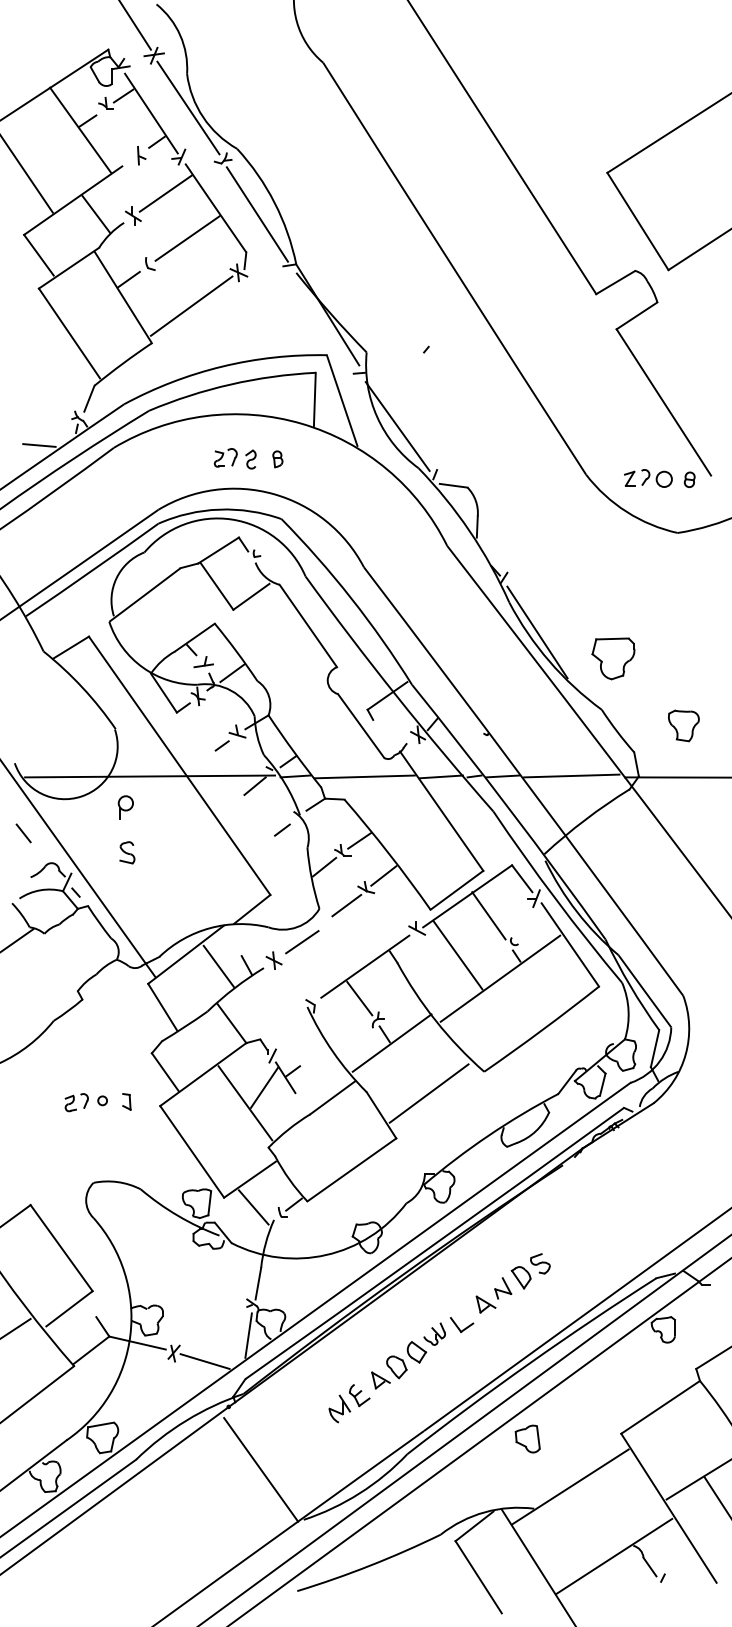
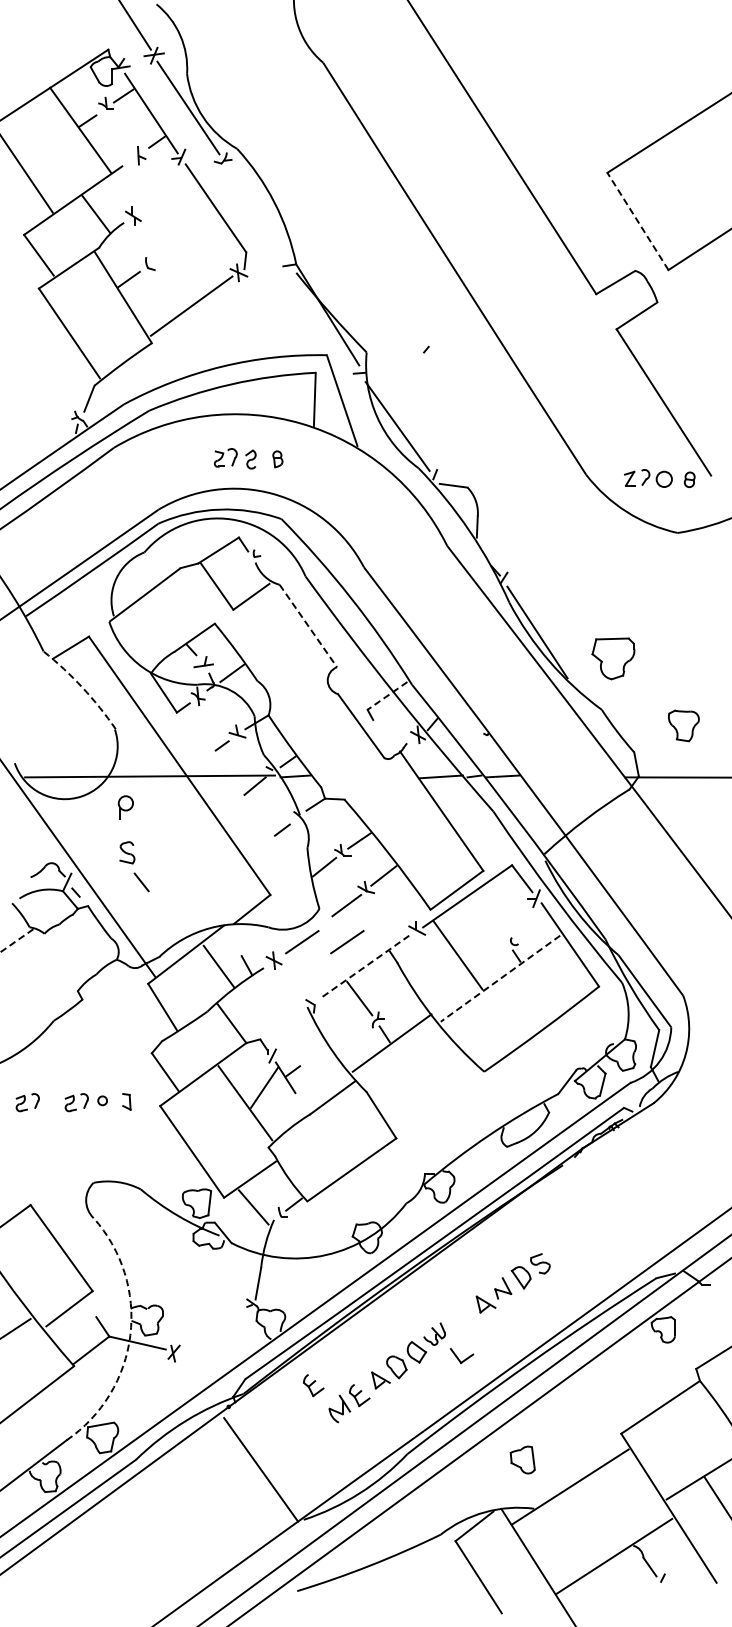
line at (165, 193): present -> none
line at (257, 214): present -> none
line at (637, 221): solid -> dashed
line at (187, 238): present -> none
line at (39, 445): present -> none
line at (308, 626): solid -> dashed
arc at (82, 687): solid -> dashed
line at (387, 696): solid -> dashed
line at (571, 775): present -> none
line at (364, 776): present -> none
line at (23, 833) position: (23, 833) -> (141, 882)
line at (488, 915): present -> none
line at (16, 941): solid -> dashed
line at (347, 942): none -> present
line at (365, 966): solid -> dashed
line at (500, 978): solid -> dashed
line at (428, 1093): present -> none
part at (27, 1102): none -> present
part at (462, 1324) position: (462, 1324) -> (462, 1355)
arc at (130, 1335): solid -> dashed
line at (248, 1335): present -> none
line at (204, 1361): present -> none
part at (313, 1385): none -> present
part at (527, 1438) position: (527, 1438) -> (522, 1459)
